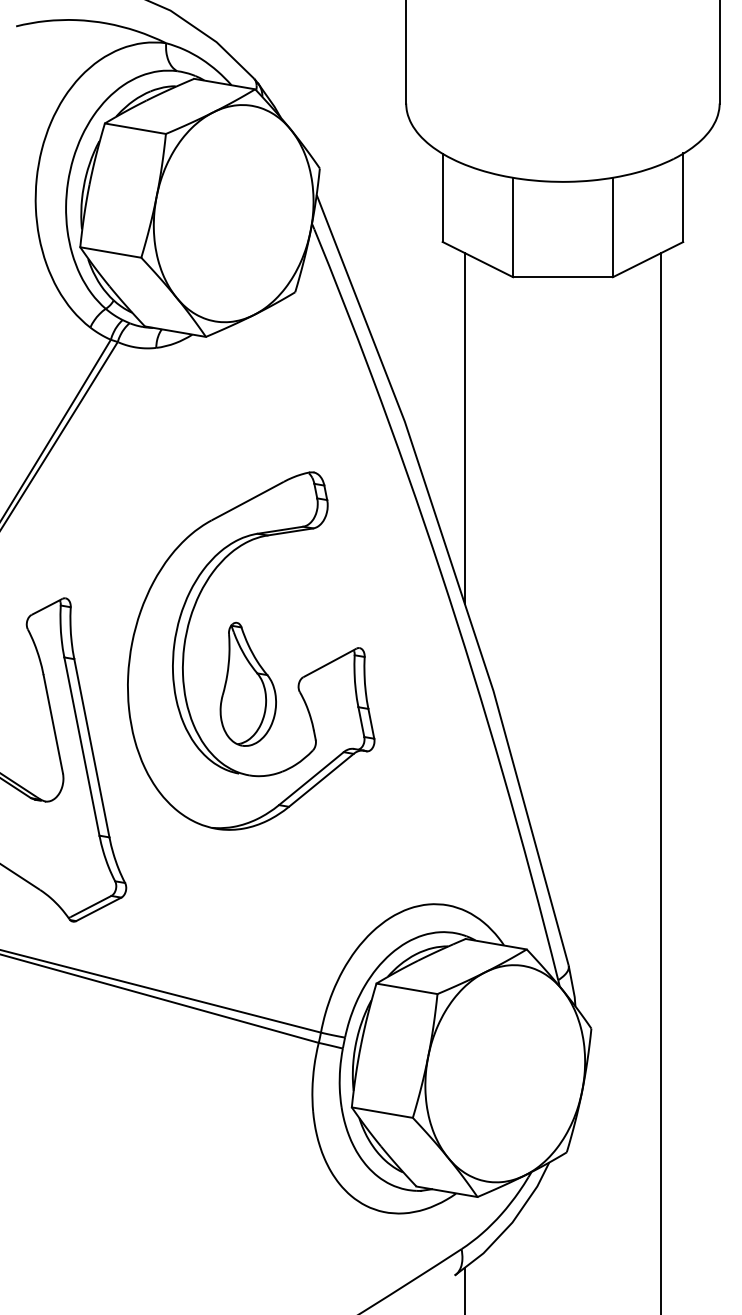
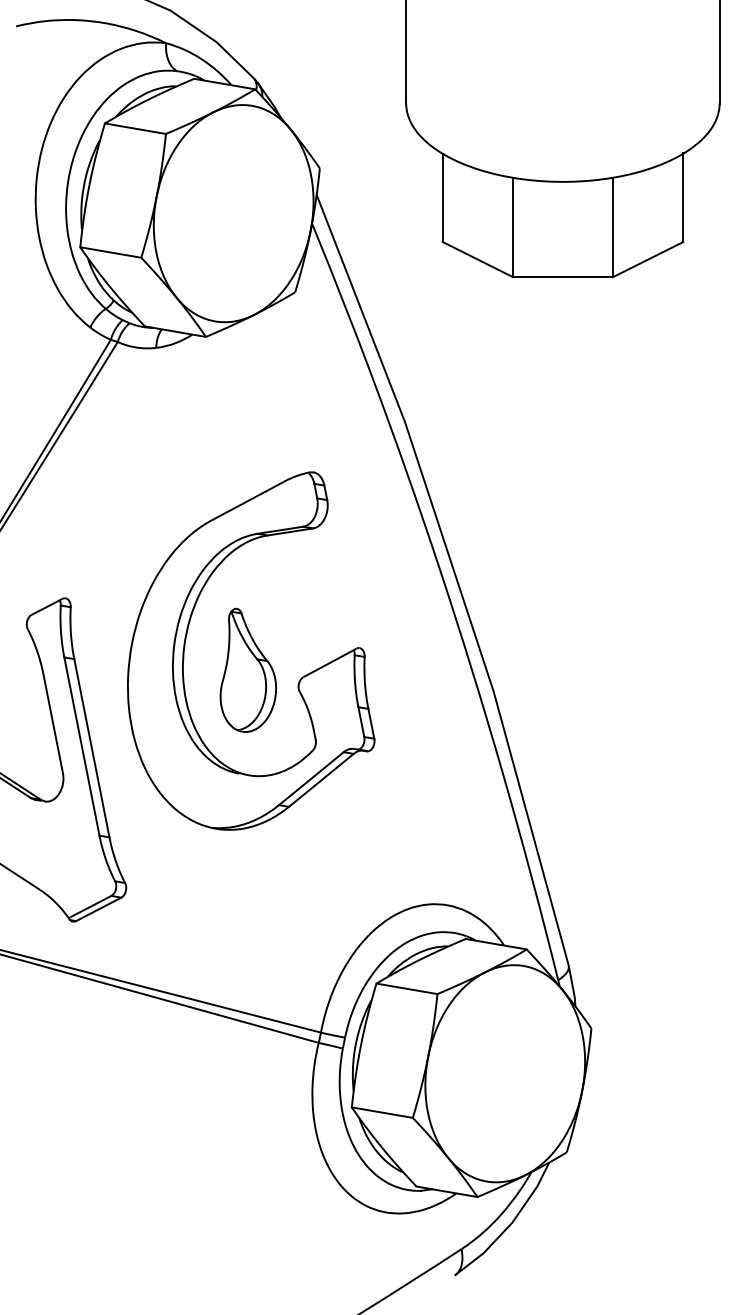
line at (464, 428): present -> none
part at (247, 683) position: (247, 683) -> (247, 669)
line at (660, 782): present -> none
line at (464, 1289): present -> none
